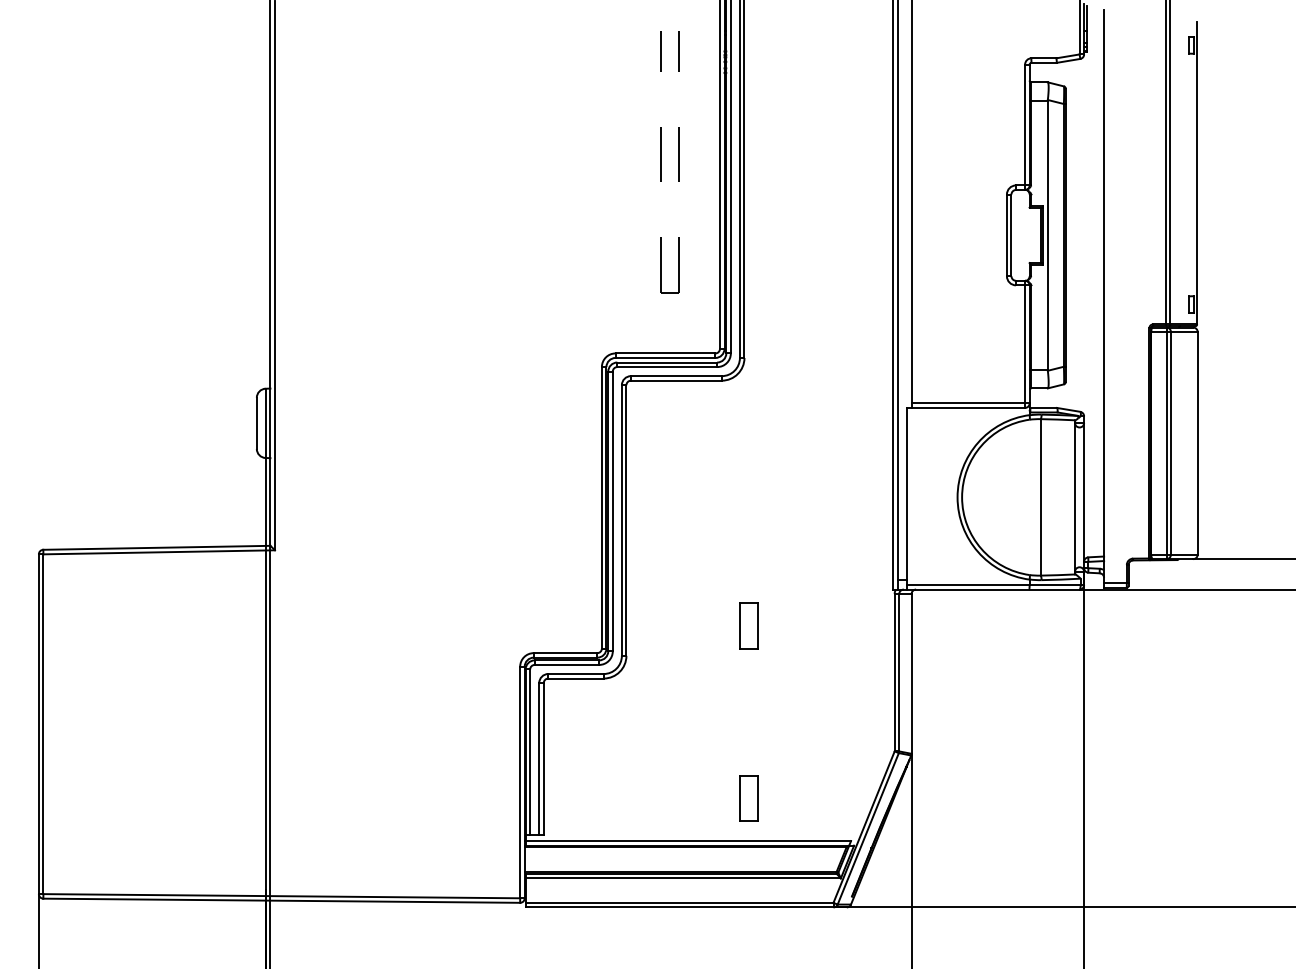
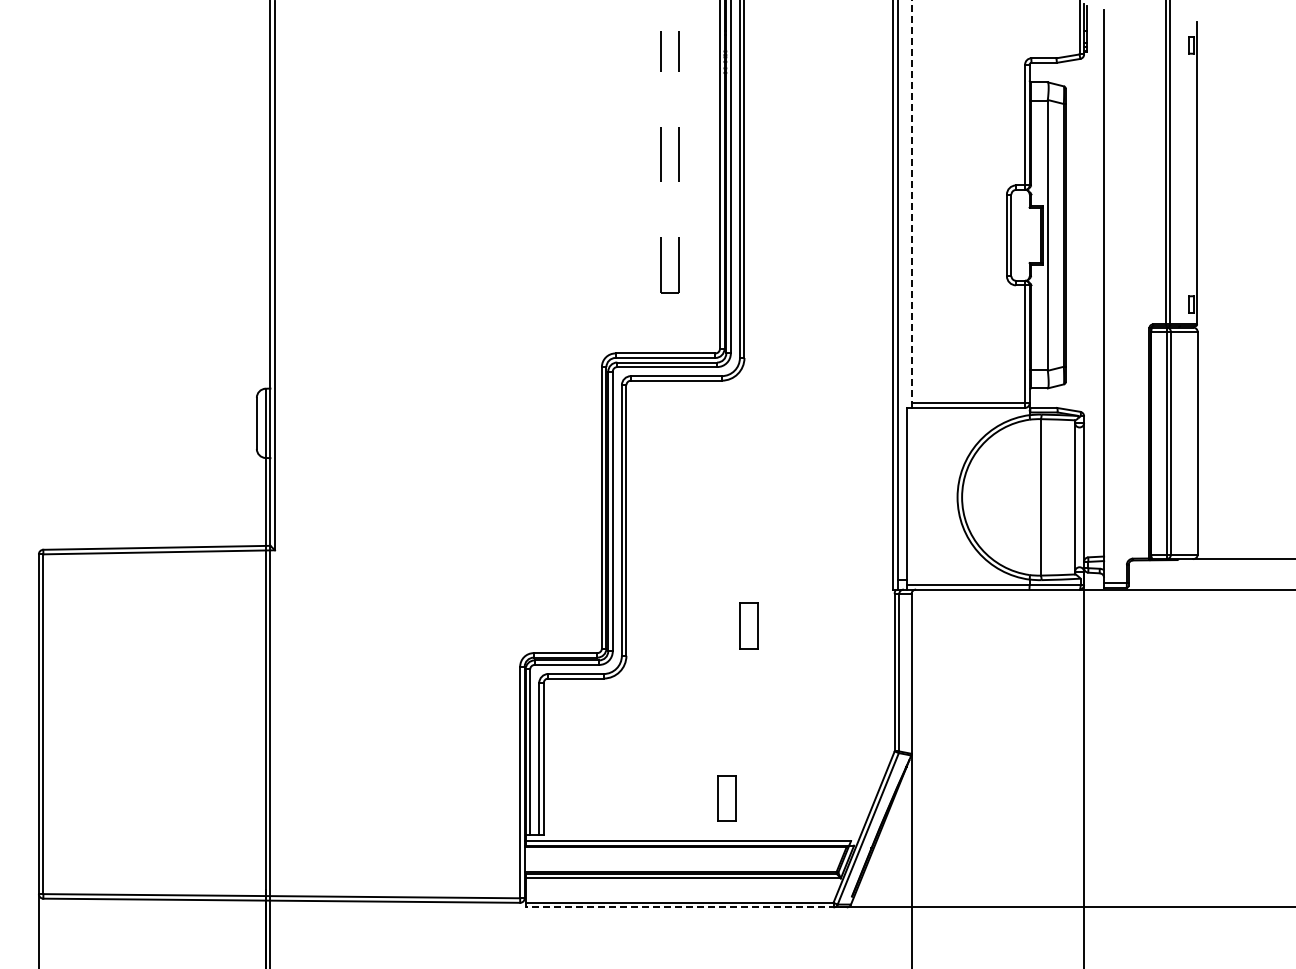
line at (911, 204): solid -> dashed
part at (748, 798) position: (748, 798) -> (726, 798)
line at (686, 907): solid -> dashed
